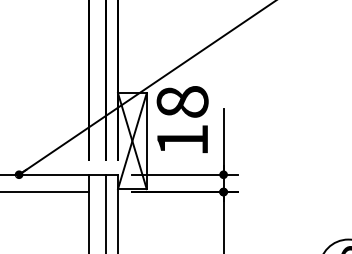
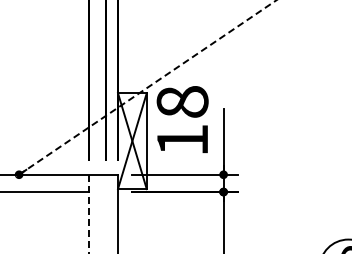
line at (147, 87): solid -> dashed
line at (106, 212): present -> none
line at (89, 214): solid -> dashed
